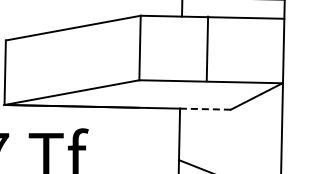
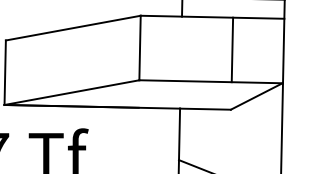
line at (207, 48) position: (207, 48) -> (232, 49)
line at (204, 109): dashed -> solid
